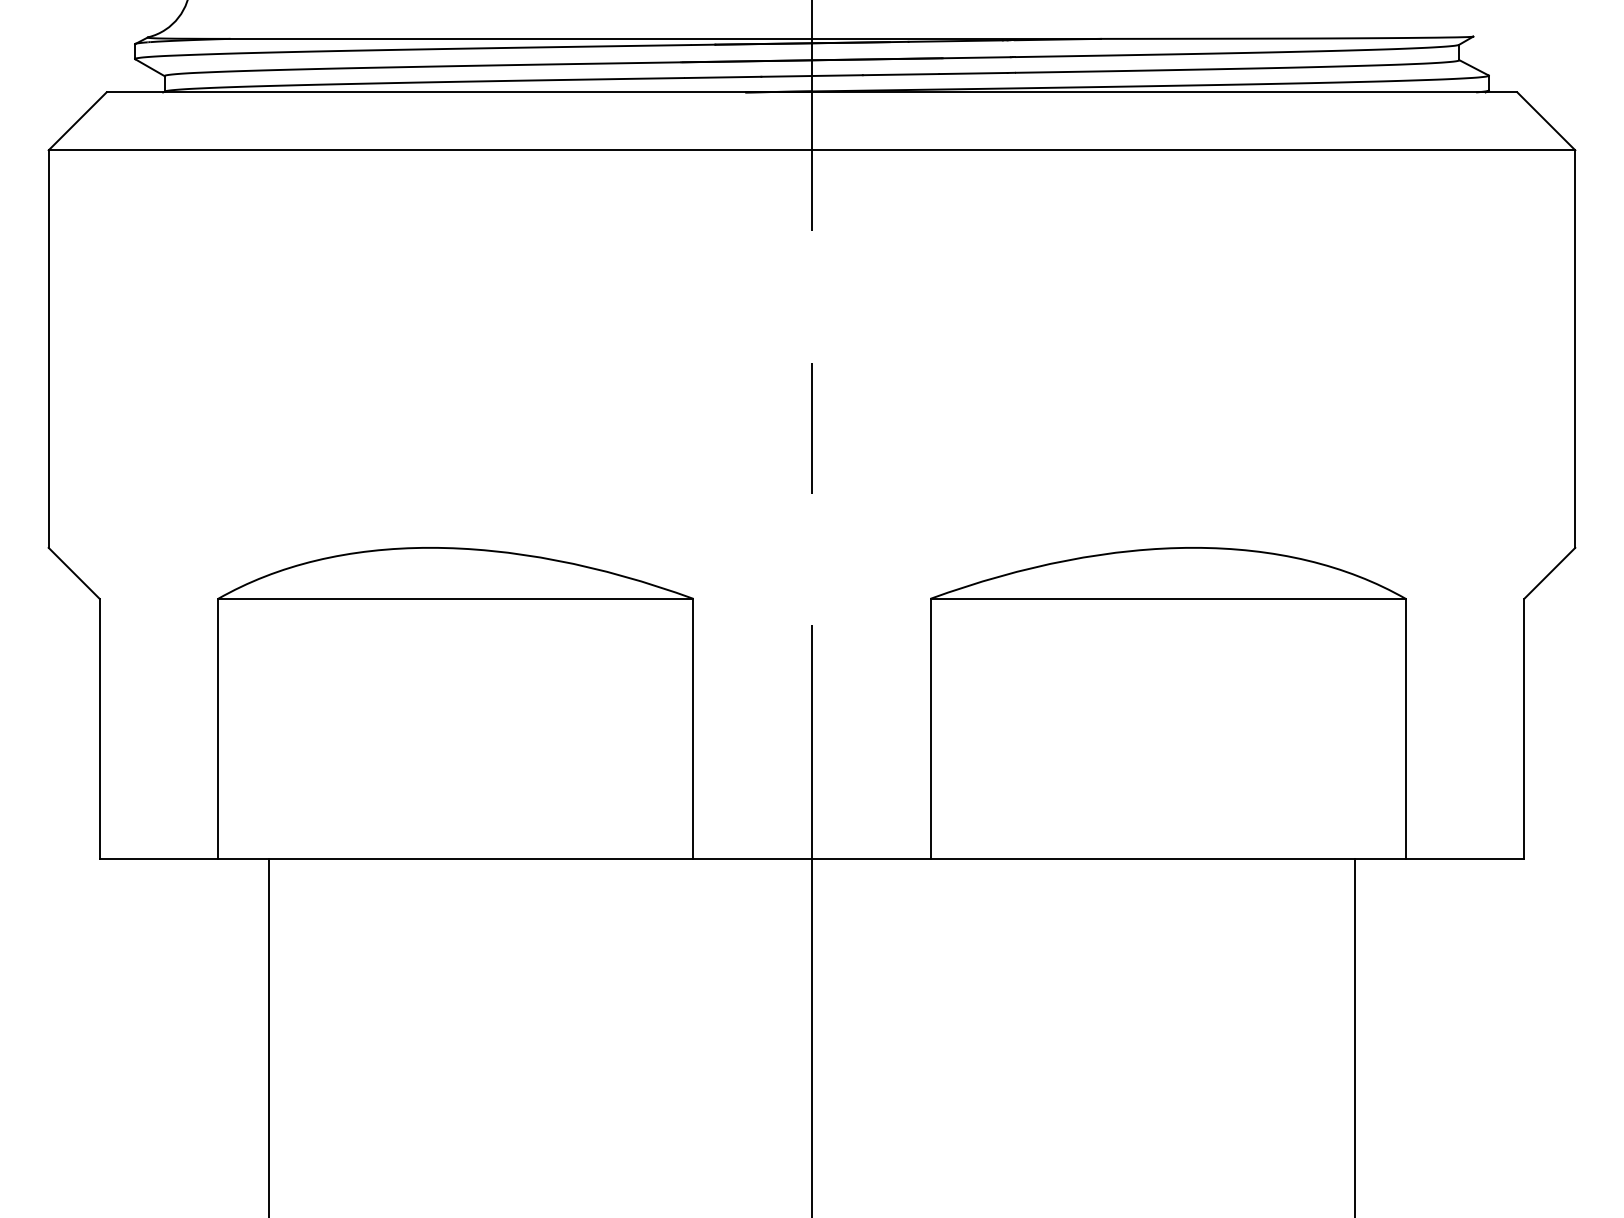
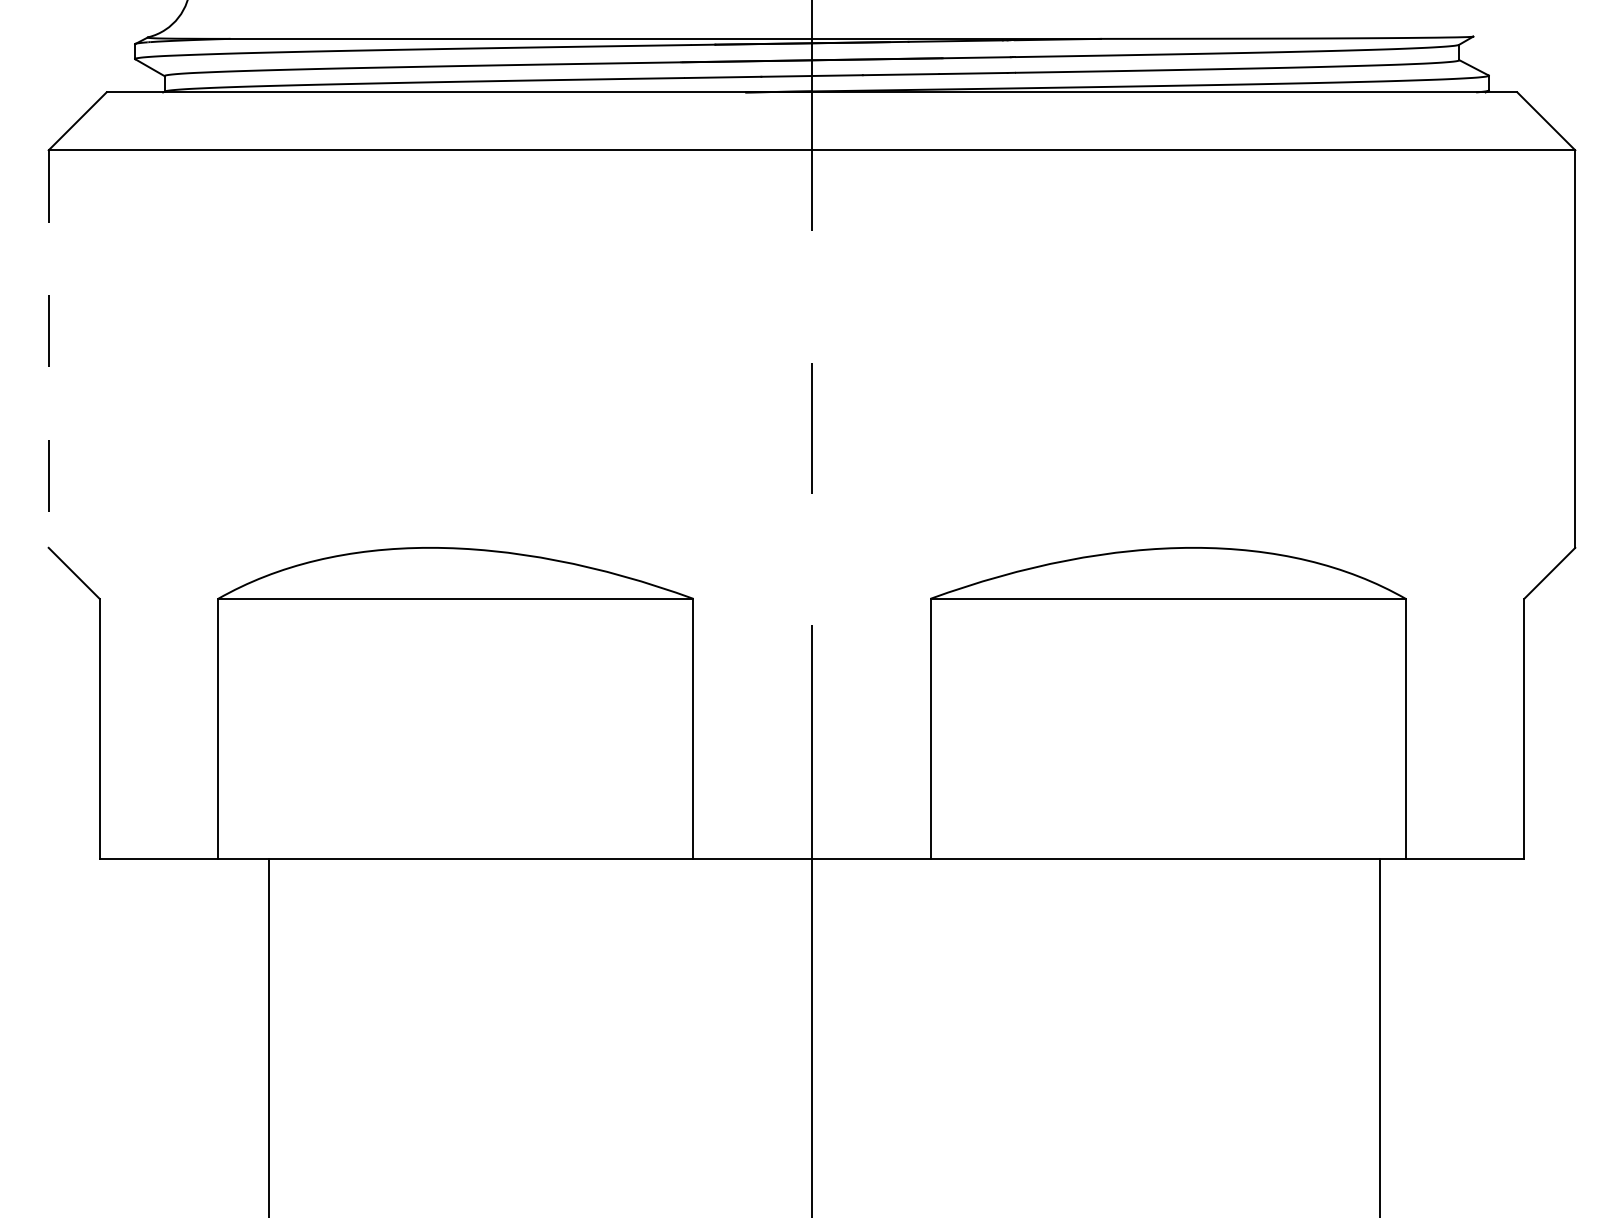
line at (48, 349): solid -> dashed
line at (1354, 1036) position: (1354, 1036) -> (1379, 1036)
